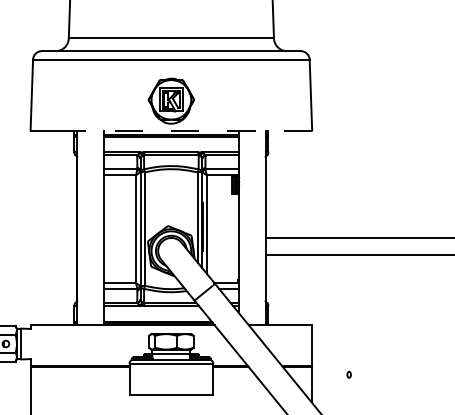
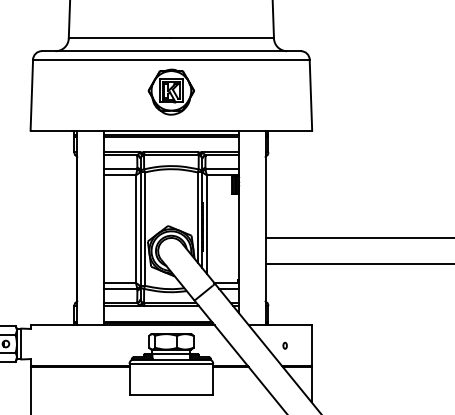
part at (170, 100) position: (170, 100) -> (170, 91)
line at (191, 130): dashed -> solid
line at (358, 255) position: (358, 255) -> (358, 264)
part at (348, 374) position: (348, 374) -> (284, 345)
